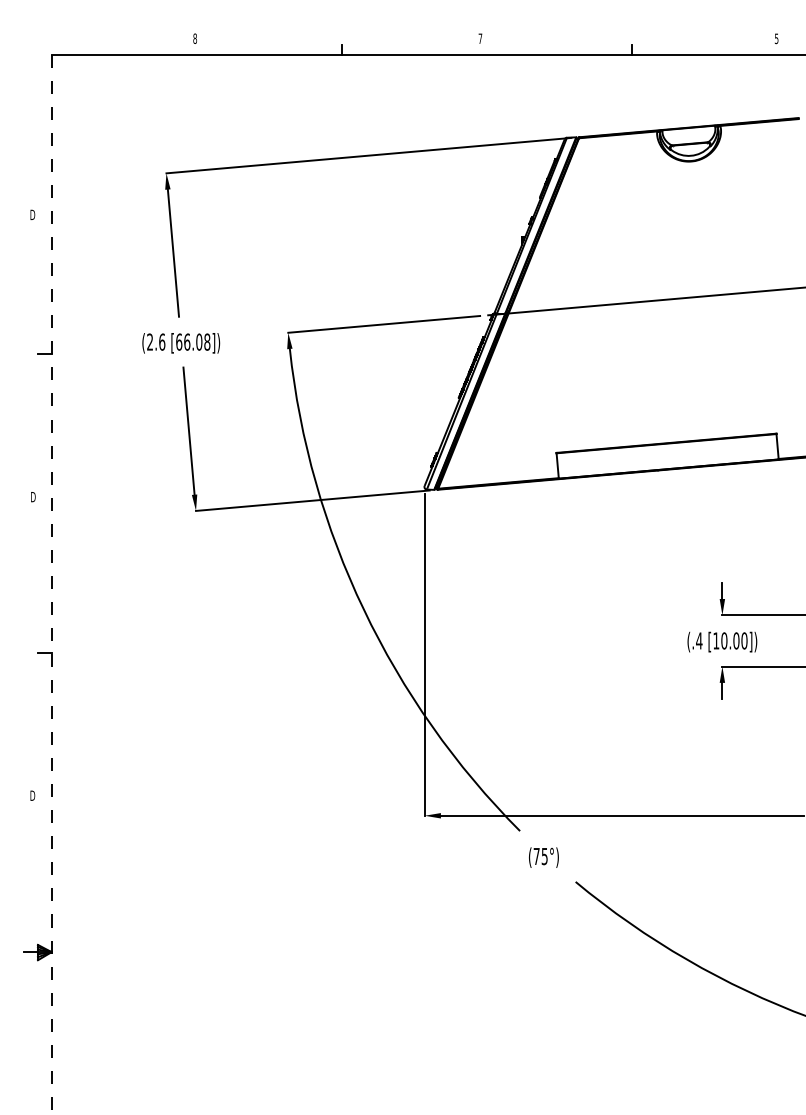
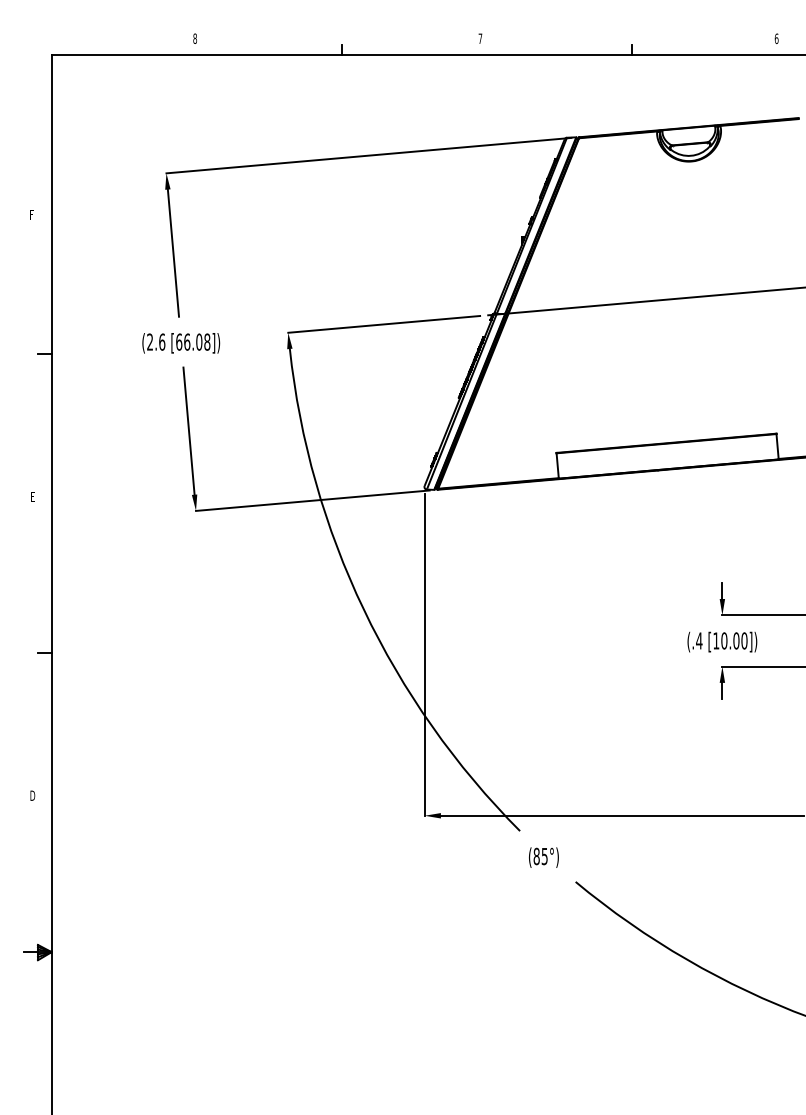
text at (776, 38): 5 -> 6
text at (32, 214): D -> F
text at (33, 497): D -> E
line at (51, 584): dashed -> solid
text at (536, 856): (75°) -> (85°)
